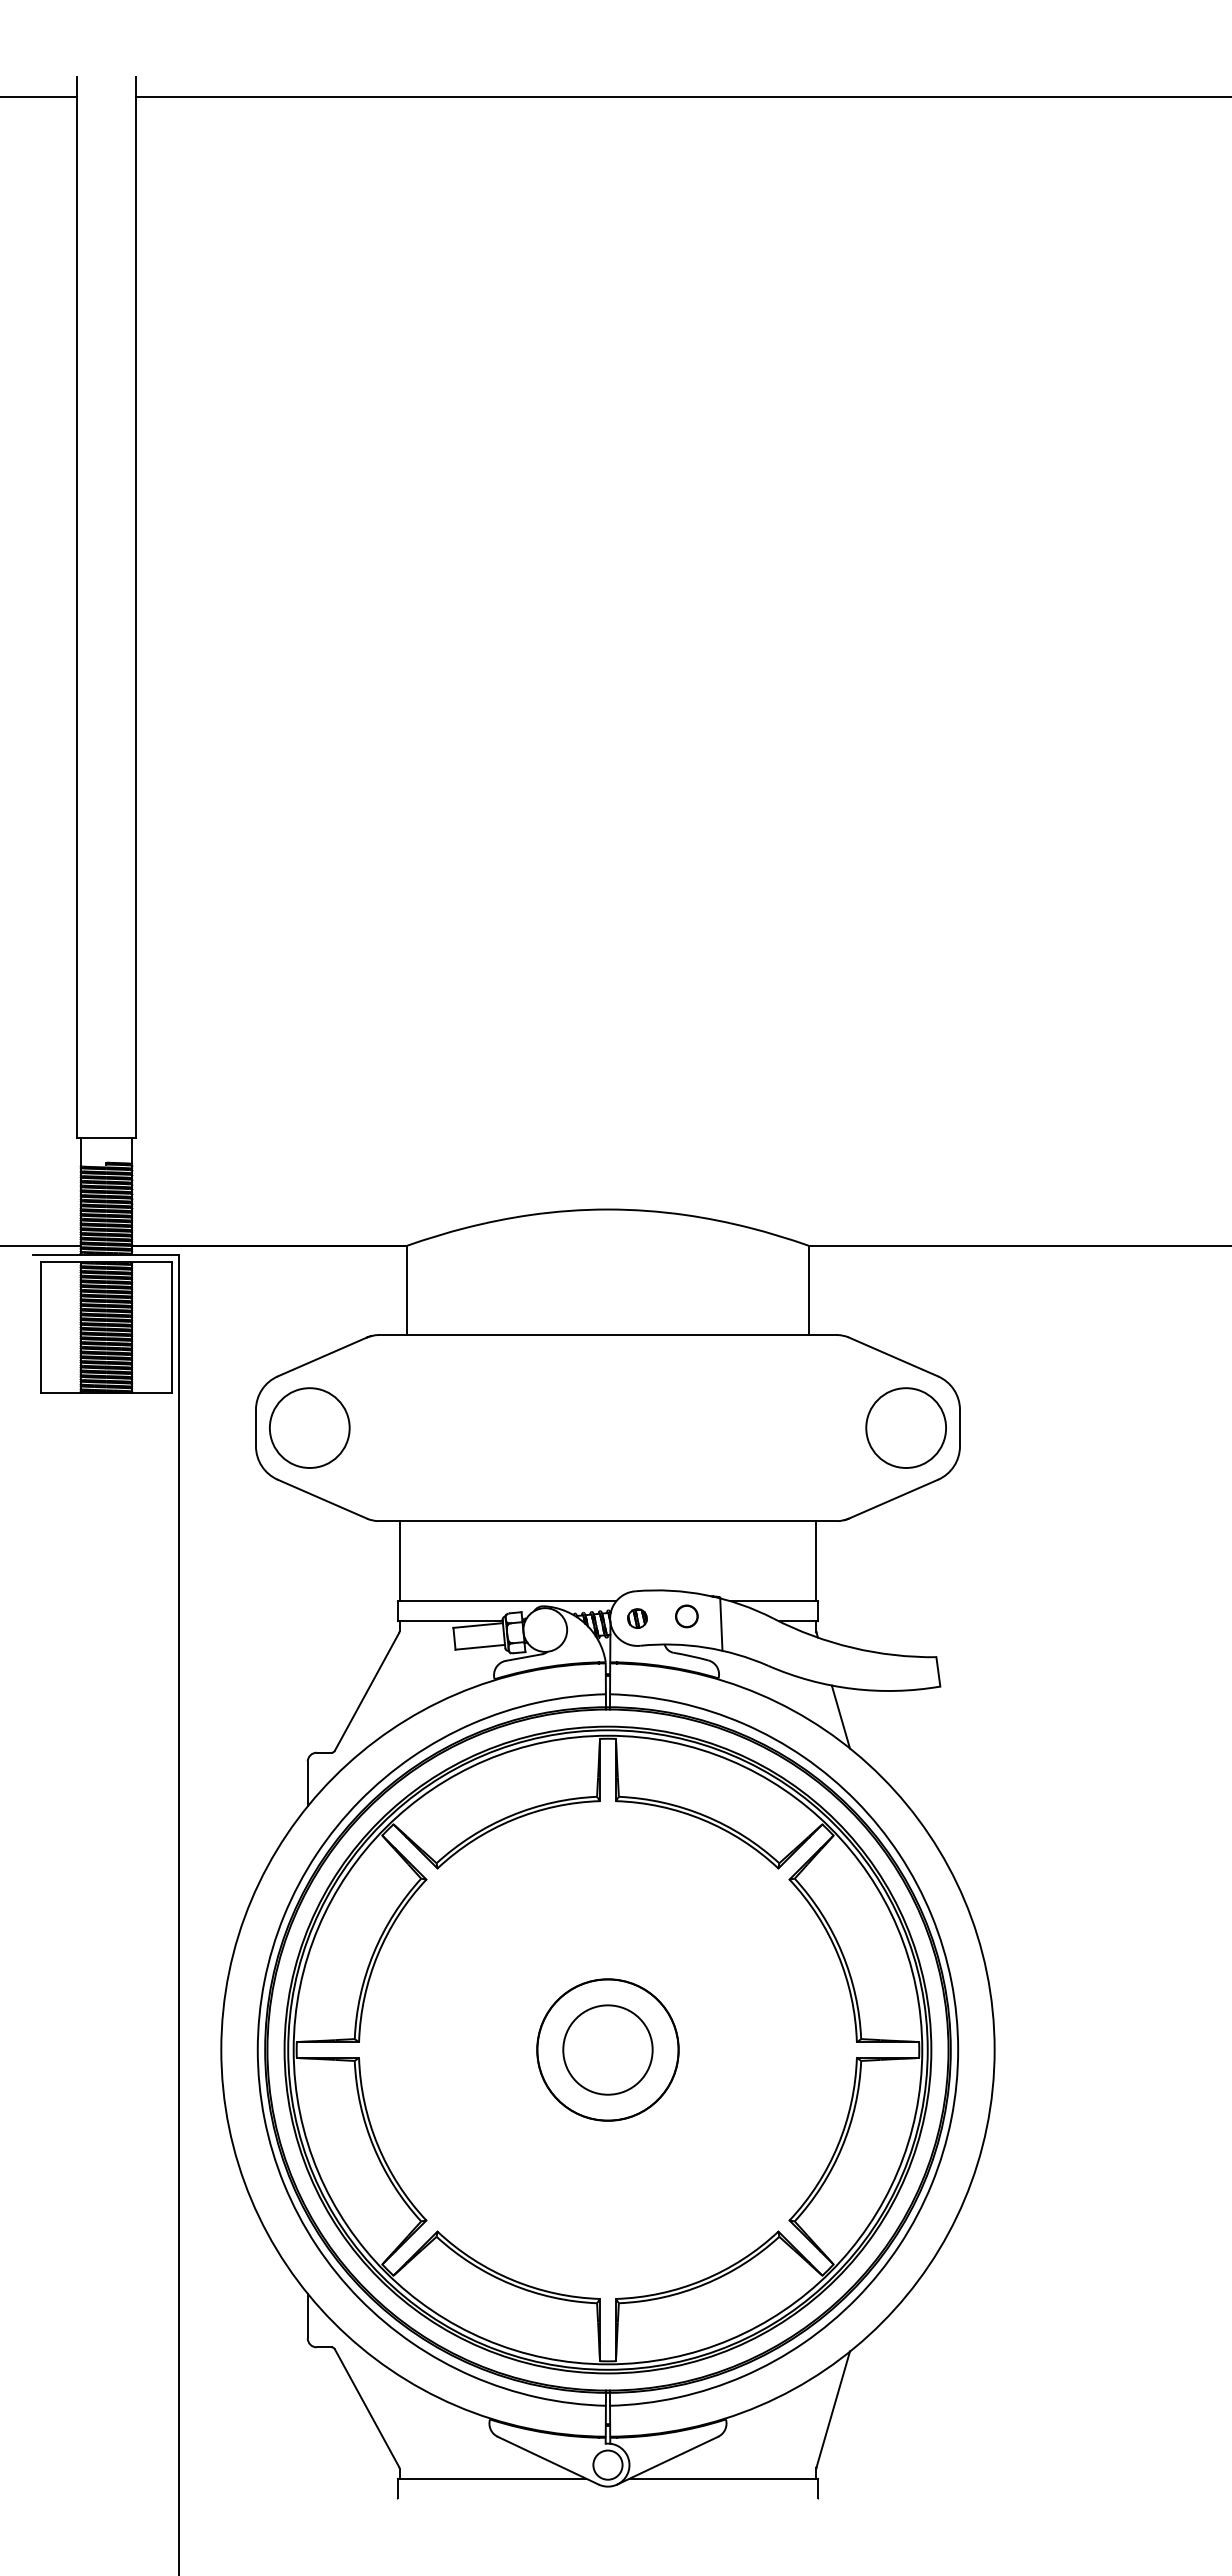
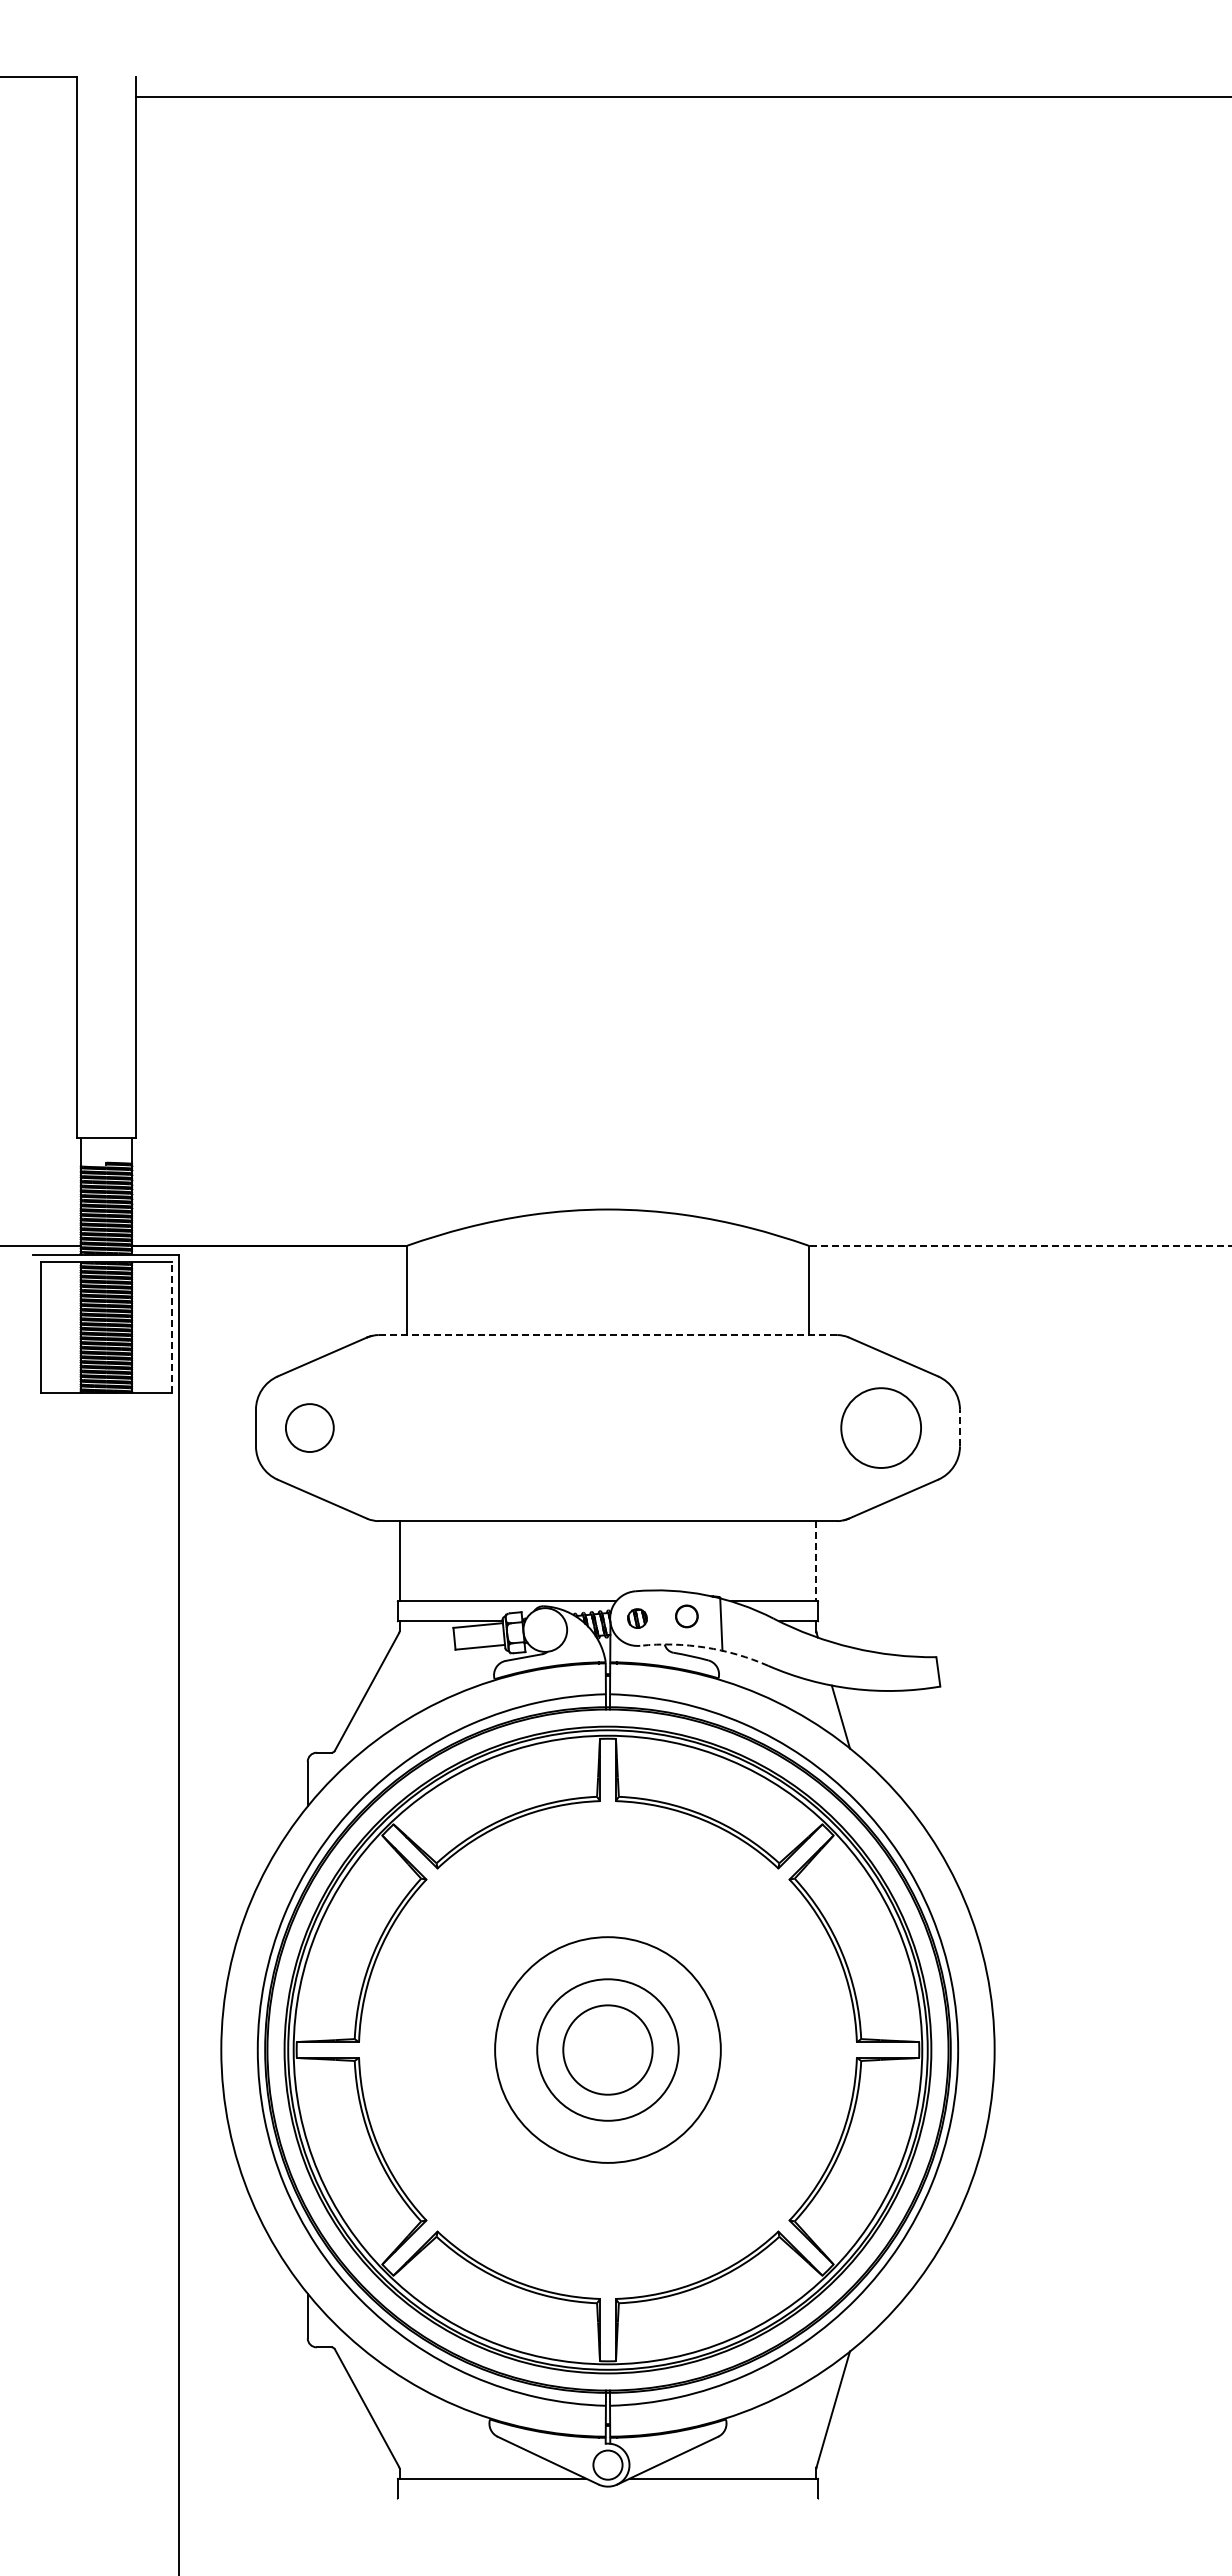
line at (39, 96) position: (39, 96) -> (39, 76)
line at (1019, 1245): solid -> dashed
line at (172, 1327): solid -> dashed
line at (607, 1335): solid -> dashed
circle at (309, 1427) size: 82x82 px -> 50x50 px
circle at (905, 1427) position: (905, 1427) -> (880, 1427)
line at (960, 1427): solid -> dashed
line at (816, 1561): solid -> dashed
arc at (705, 1647): solid -> dashed
circle at (607, 2049) diameter: 141 px -> 226 px
